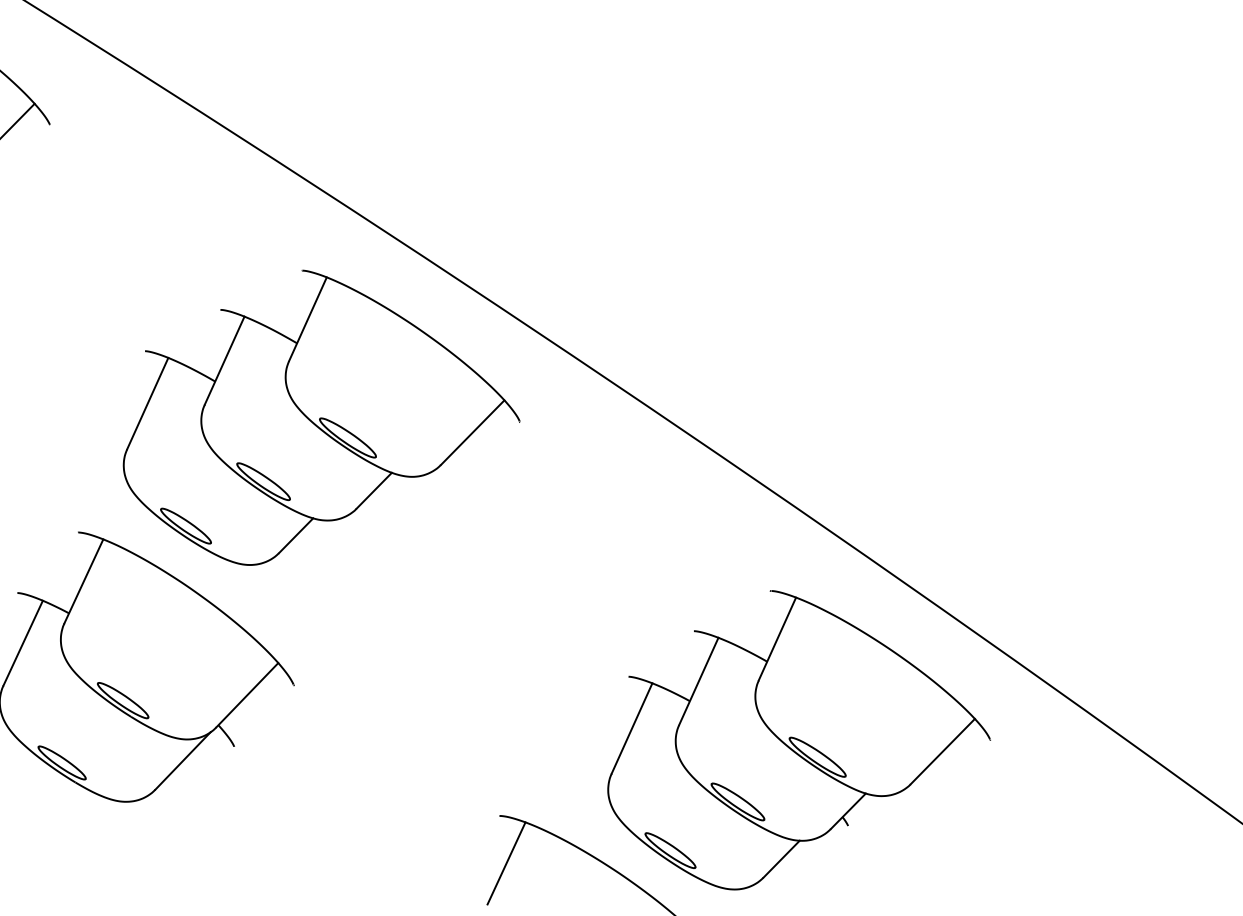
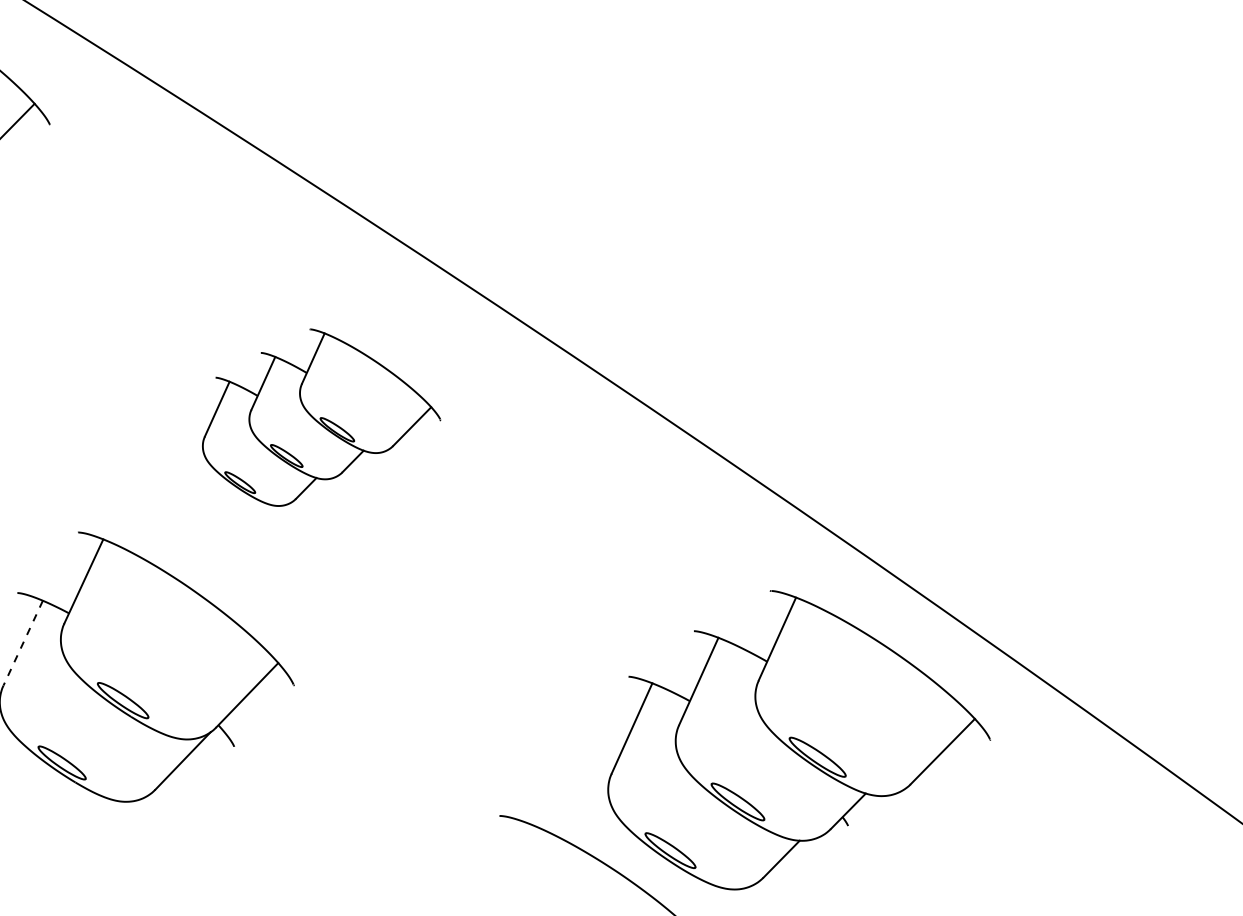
part at (321, 417) size: 399x297 px -> 240x179 px
line at (23, 643): solid -> dashed
line at (506, 863): present -> none
